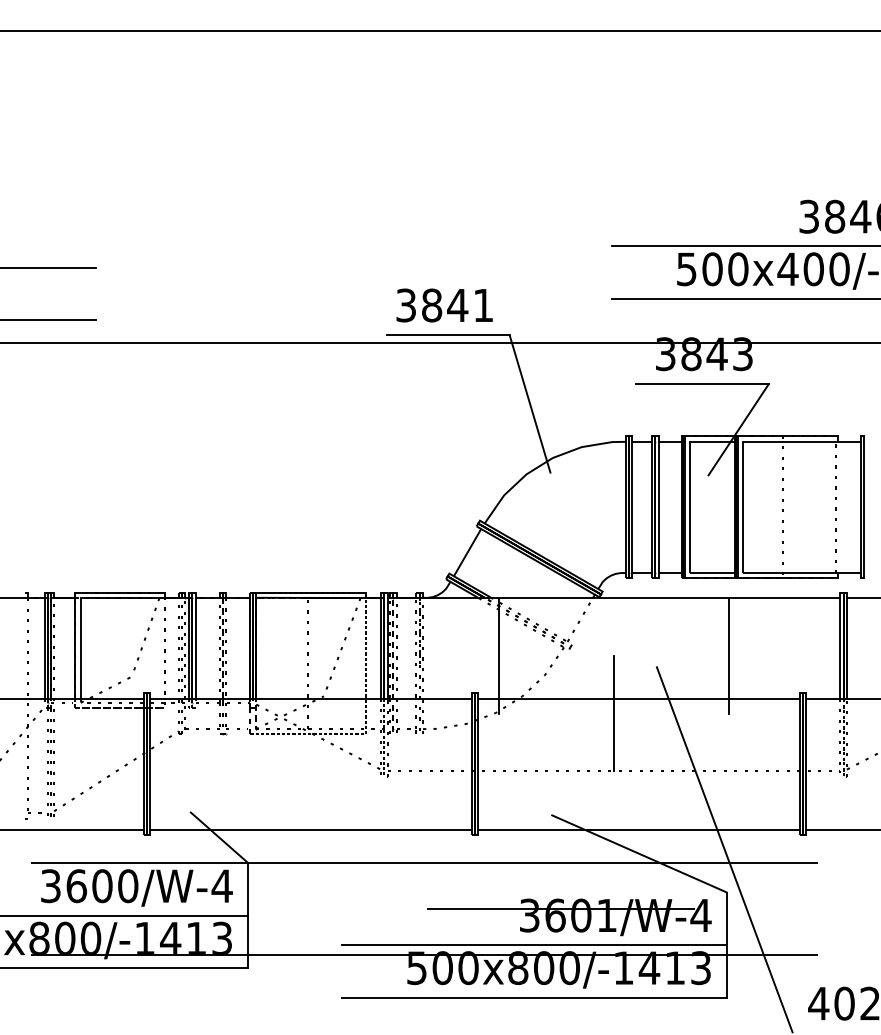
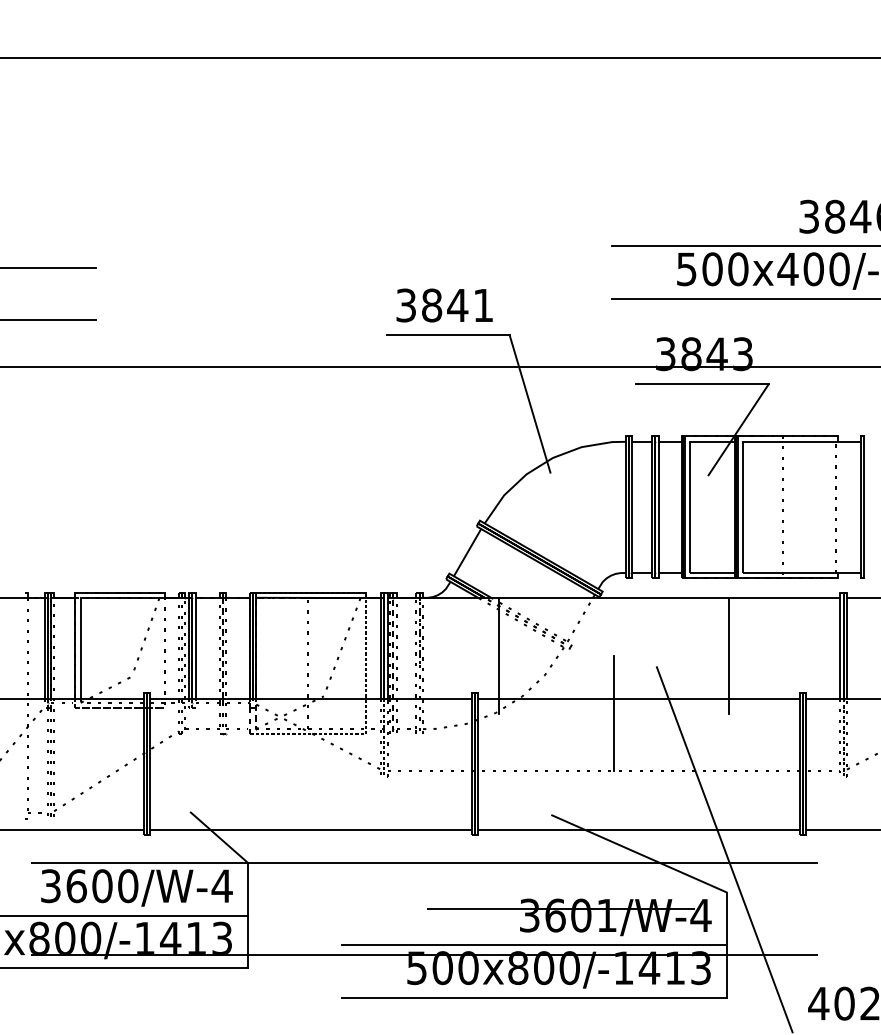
line at (439, 31) position: (439, 31) -> (439, 58)
line at (439, 342) position: (439, 342) -> (439, 366)
